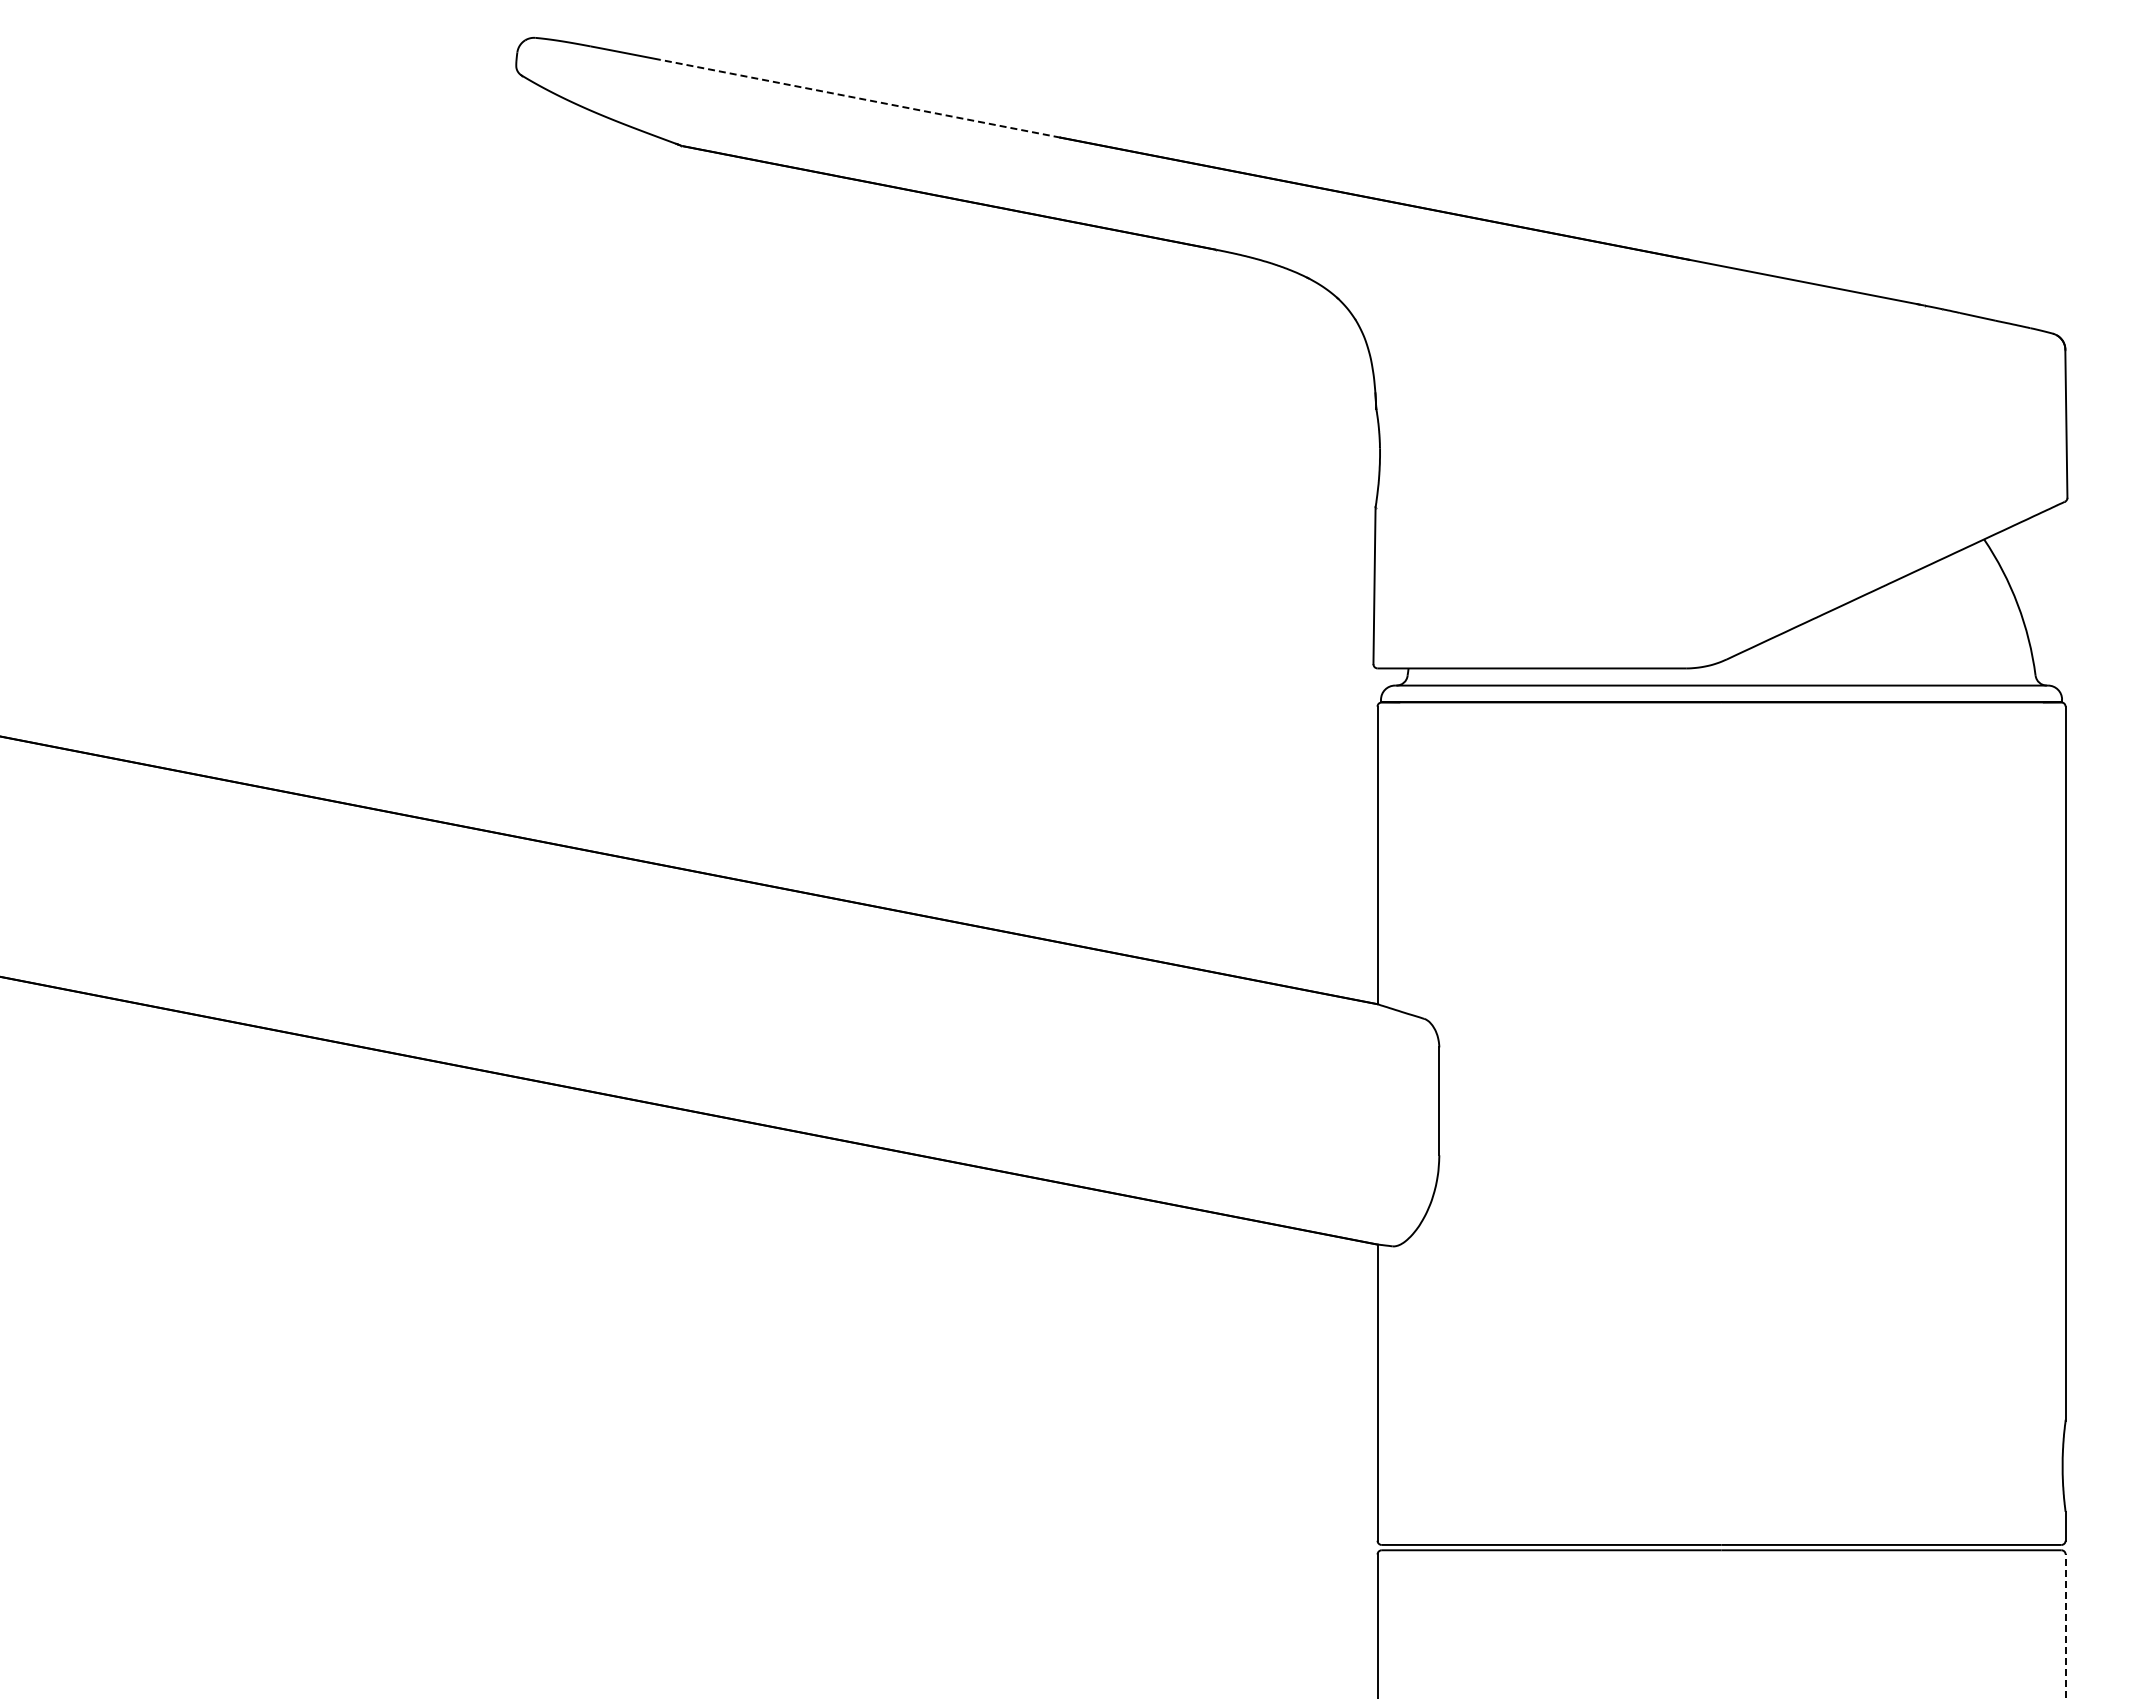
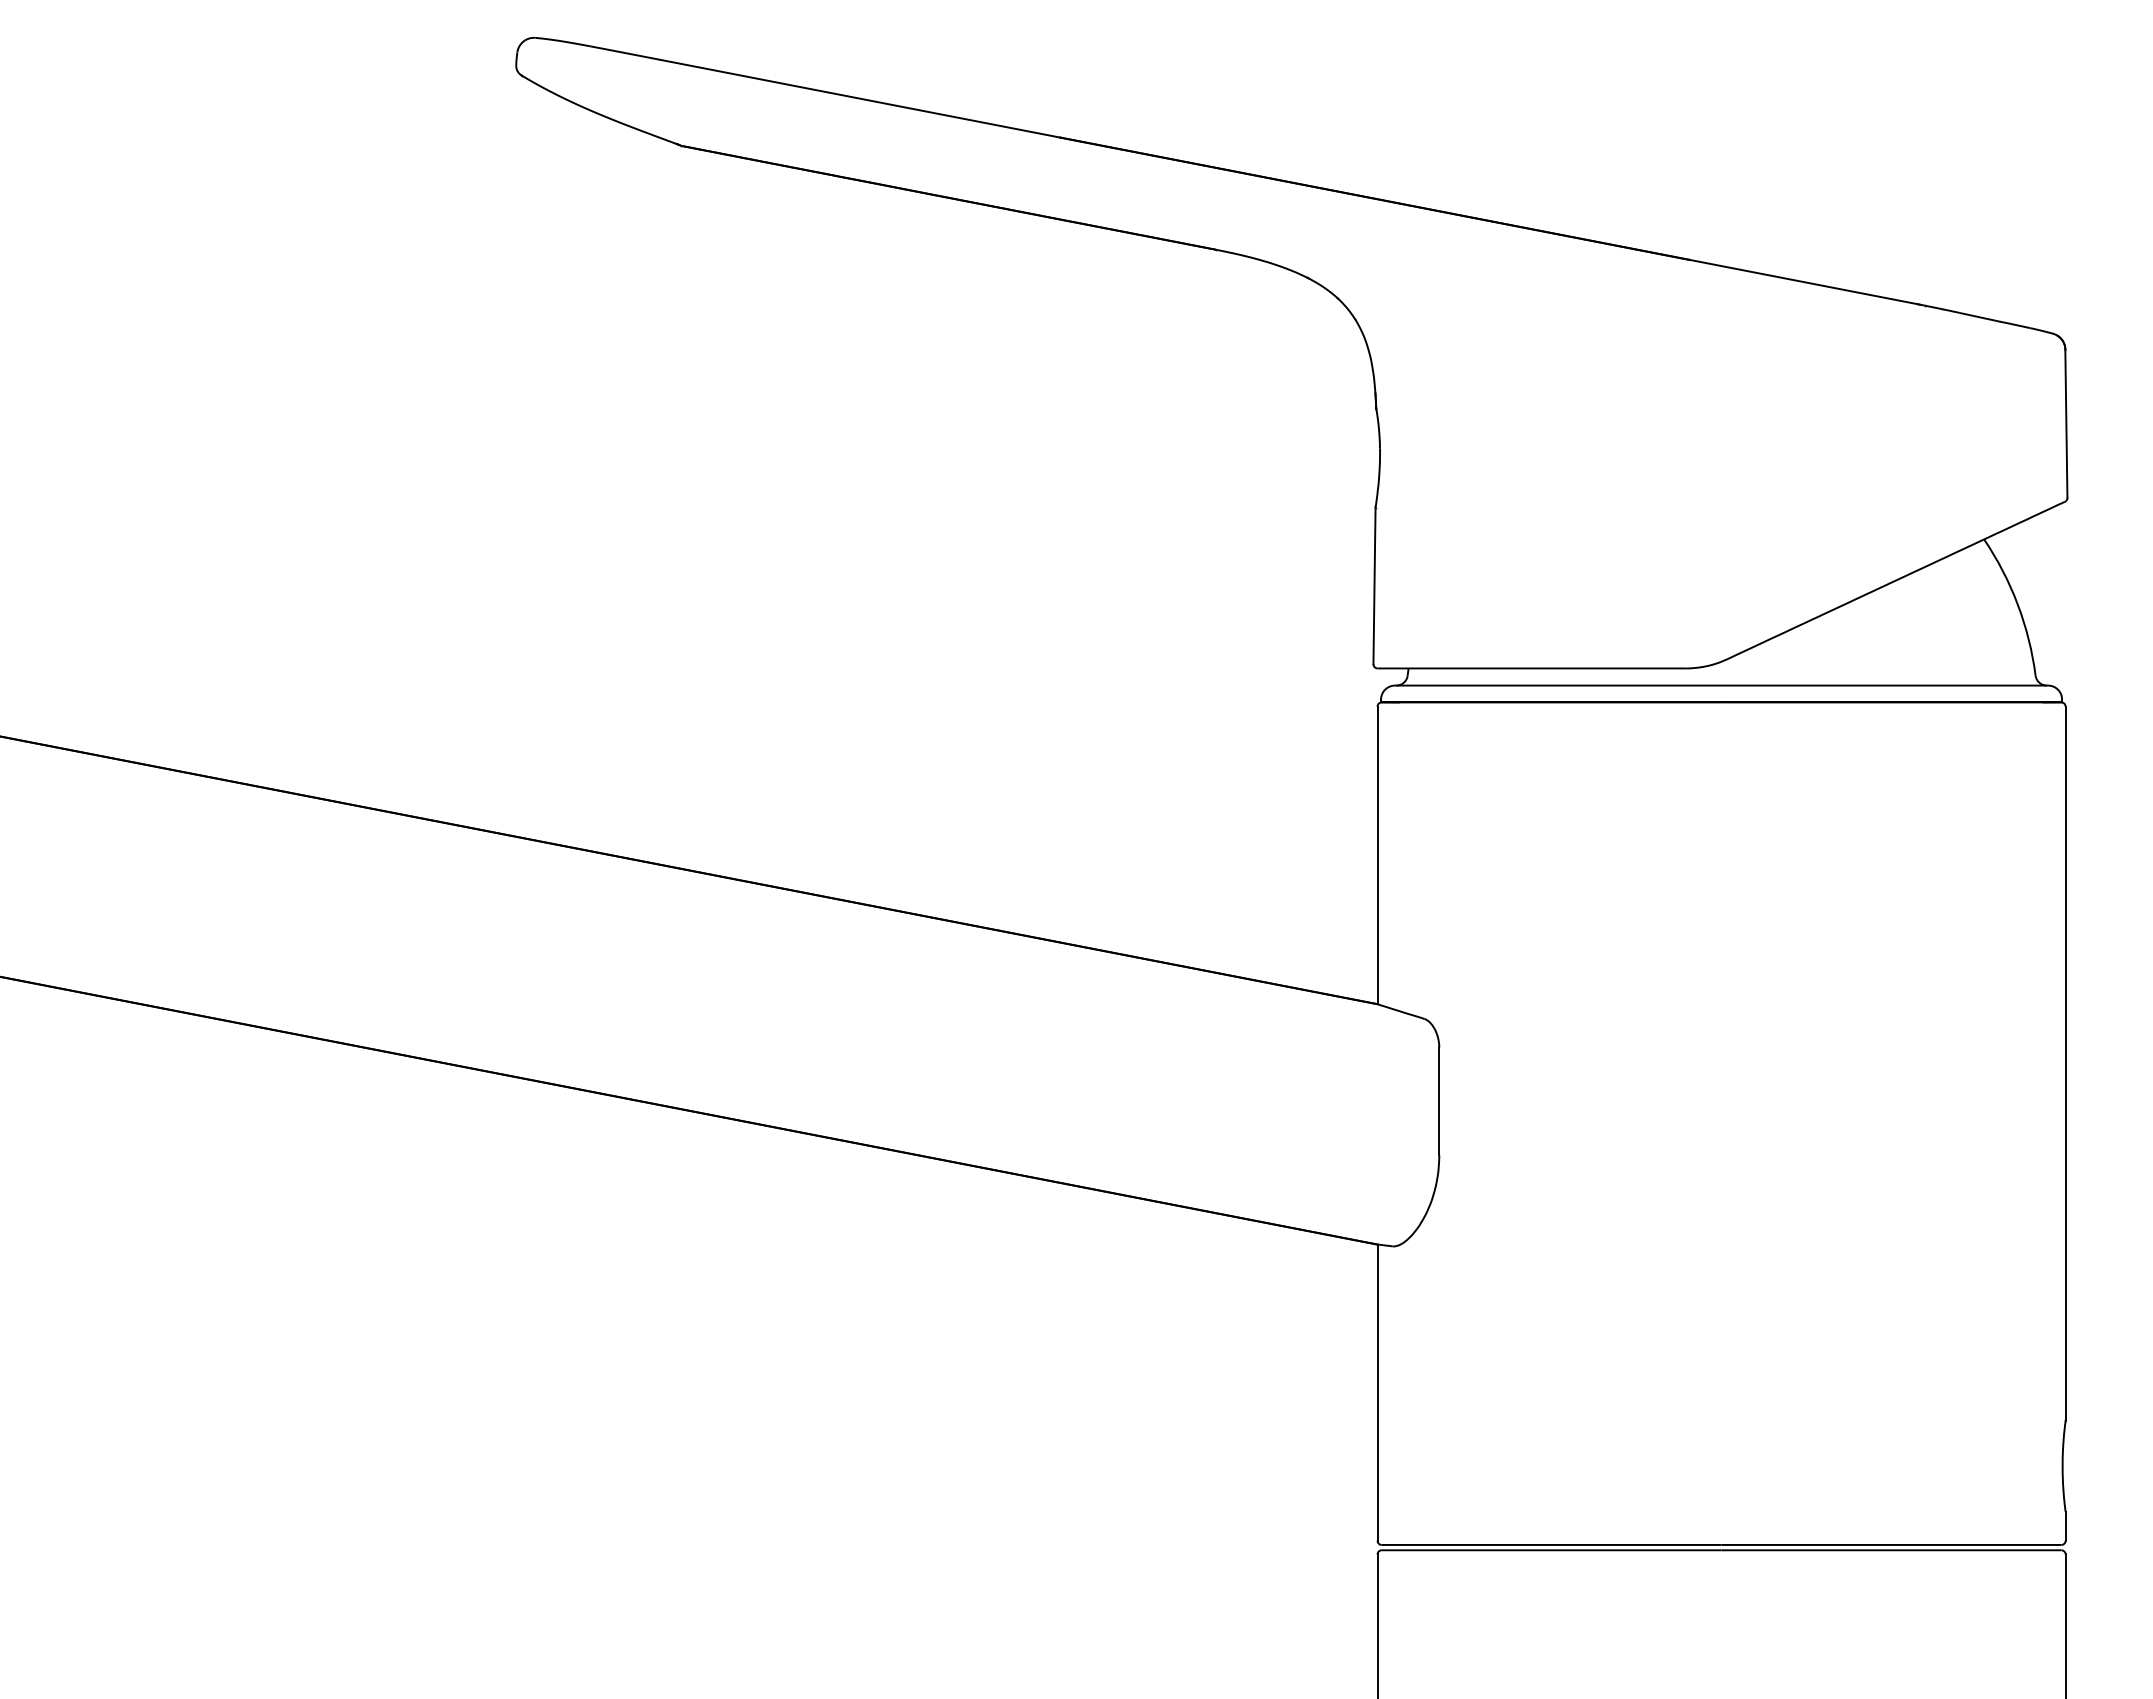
line at (860, 98): dashed -> solid
line at (2065, 1626): dashed -> solid
